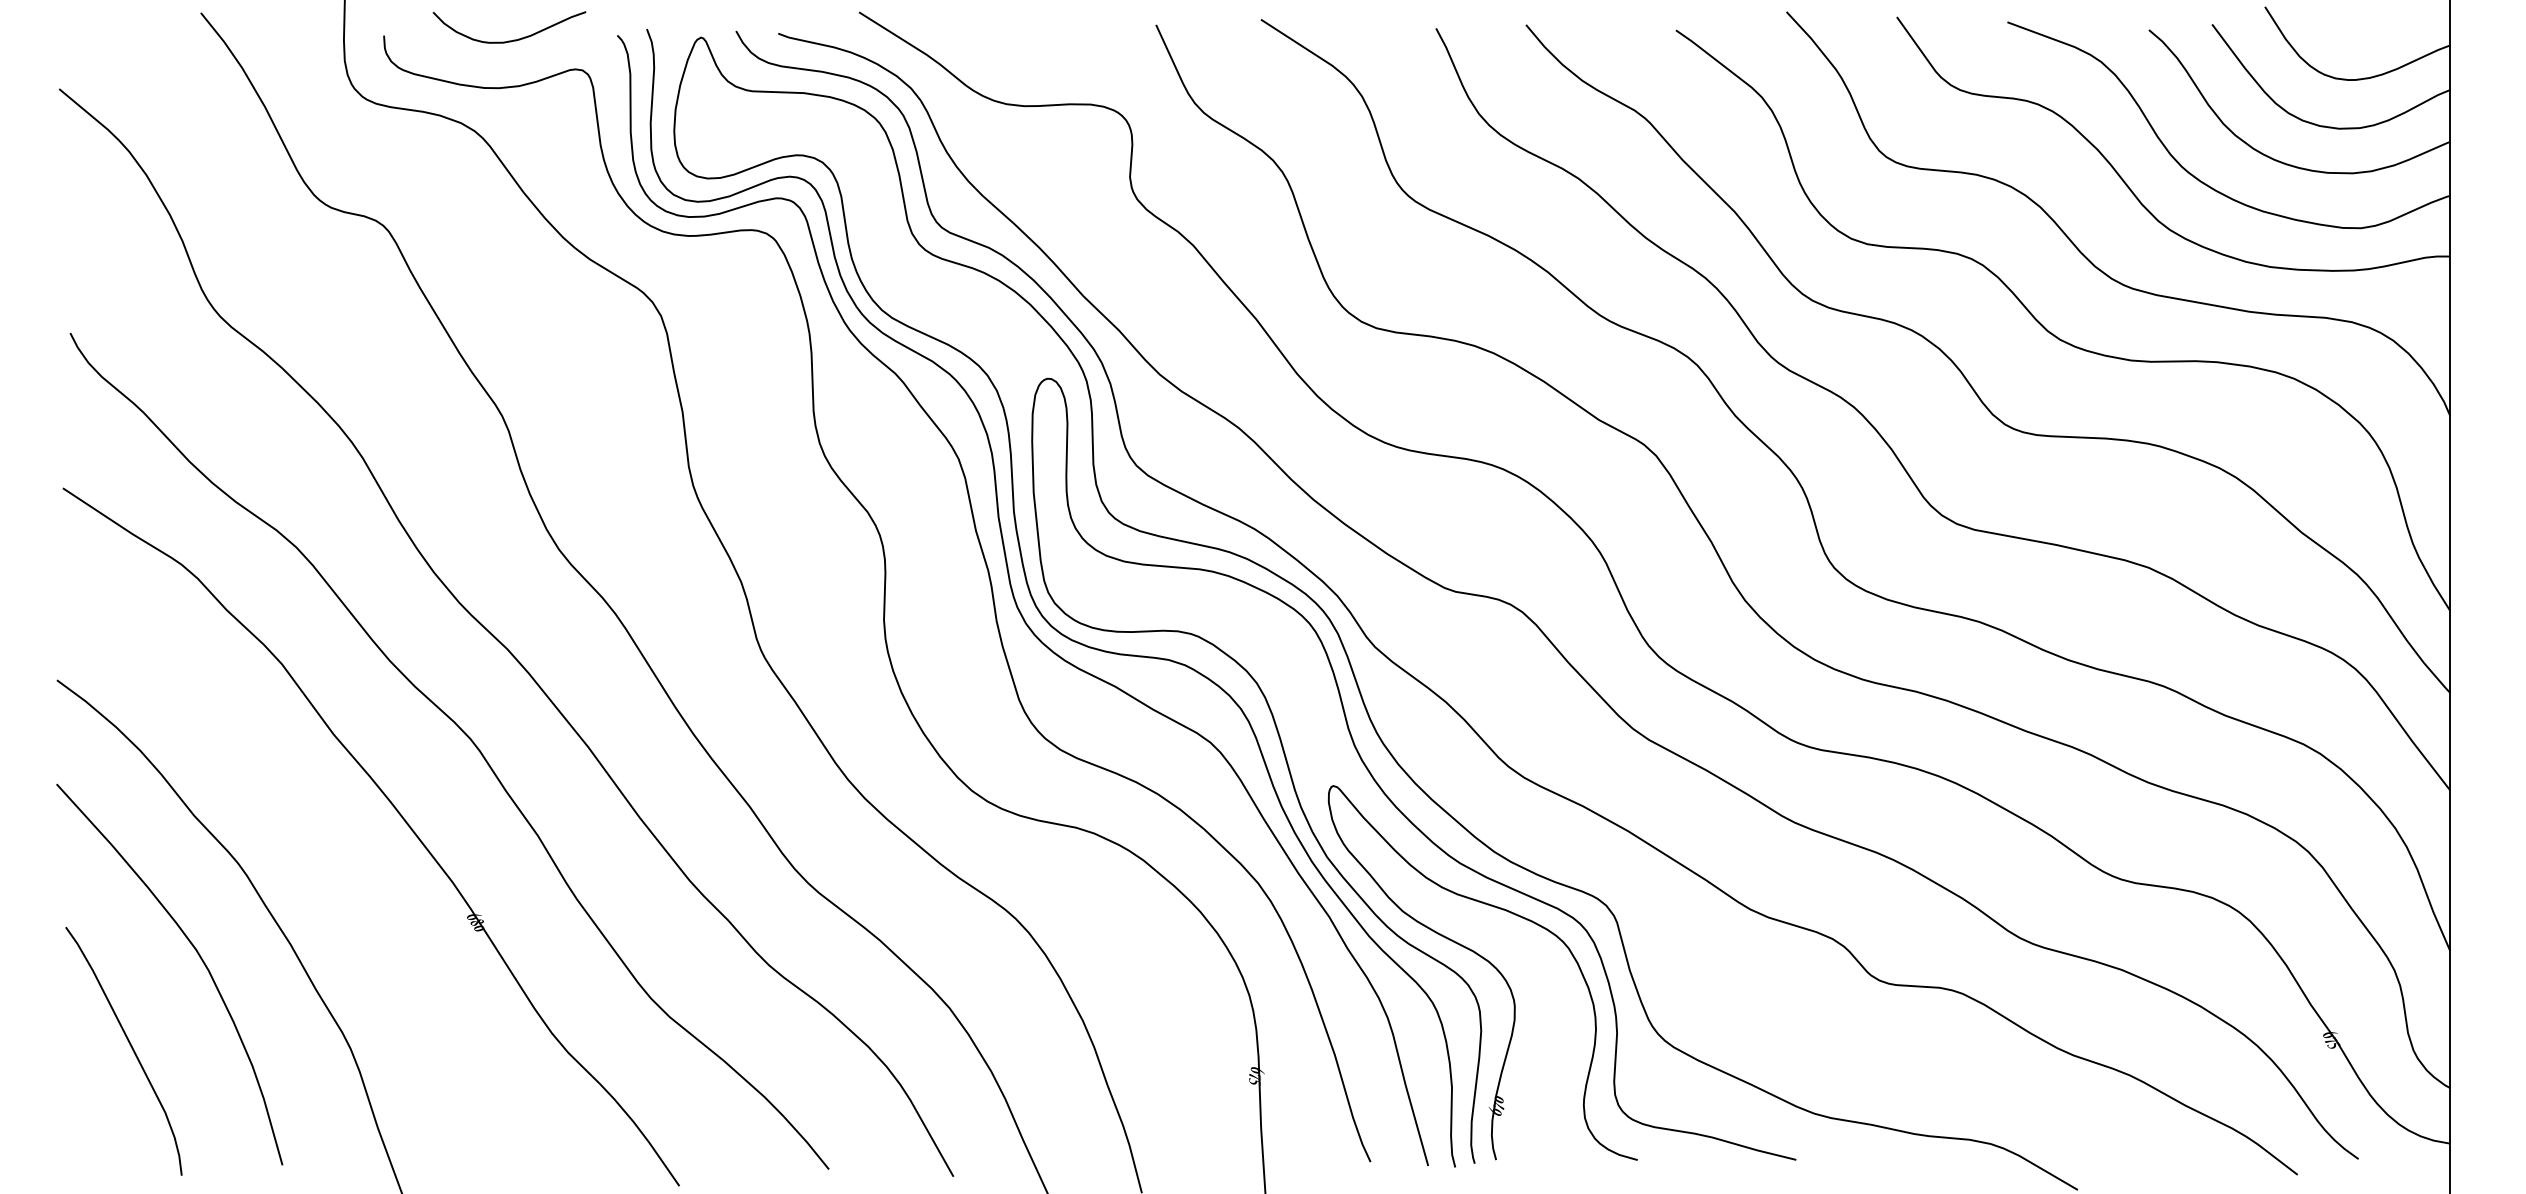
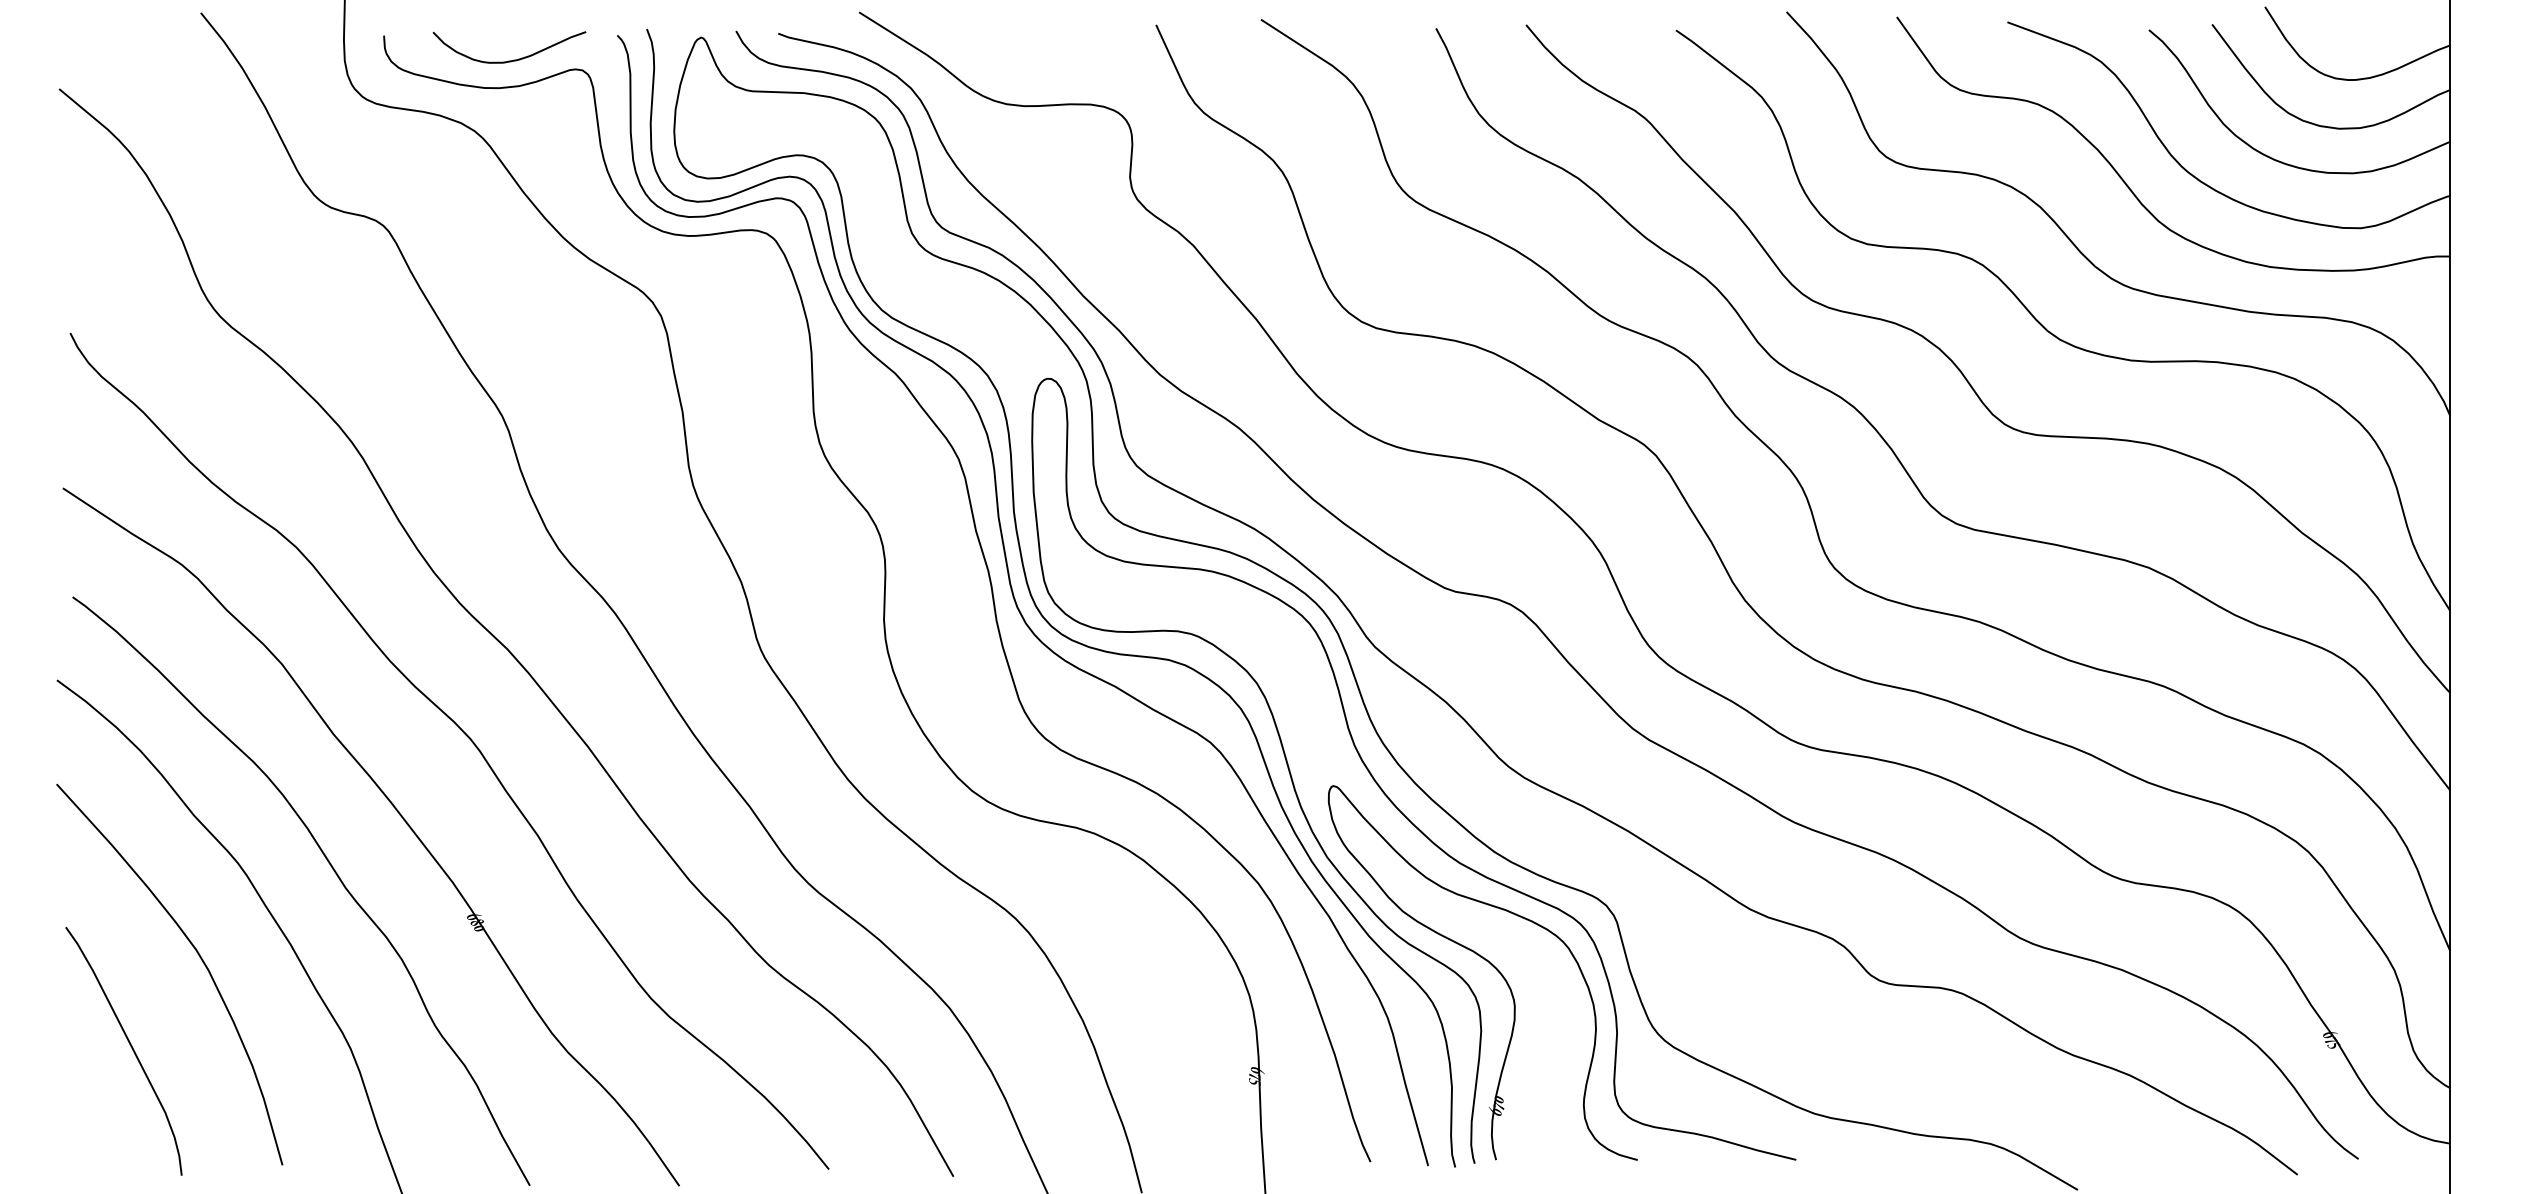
curve at (513, 39) position: (513, 39) -> (513, 59)
curve at (332, 869): none -> present
